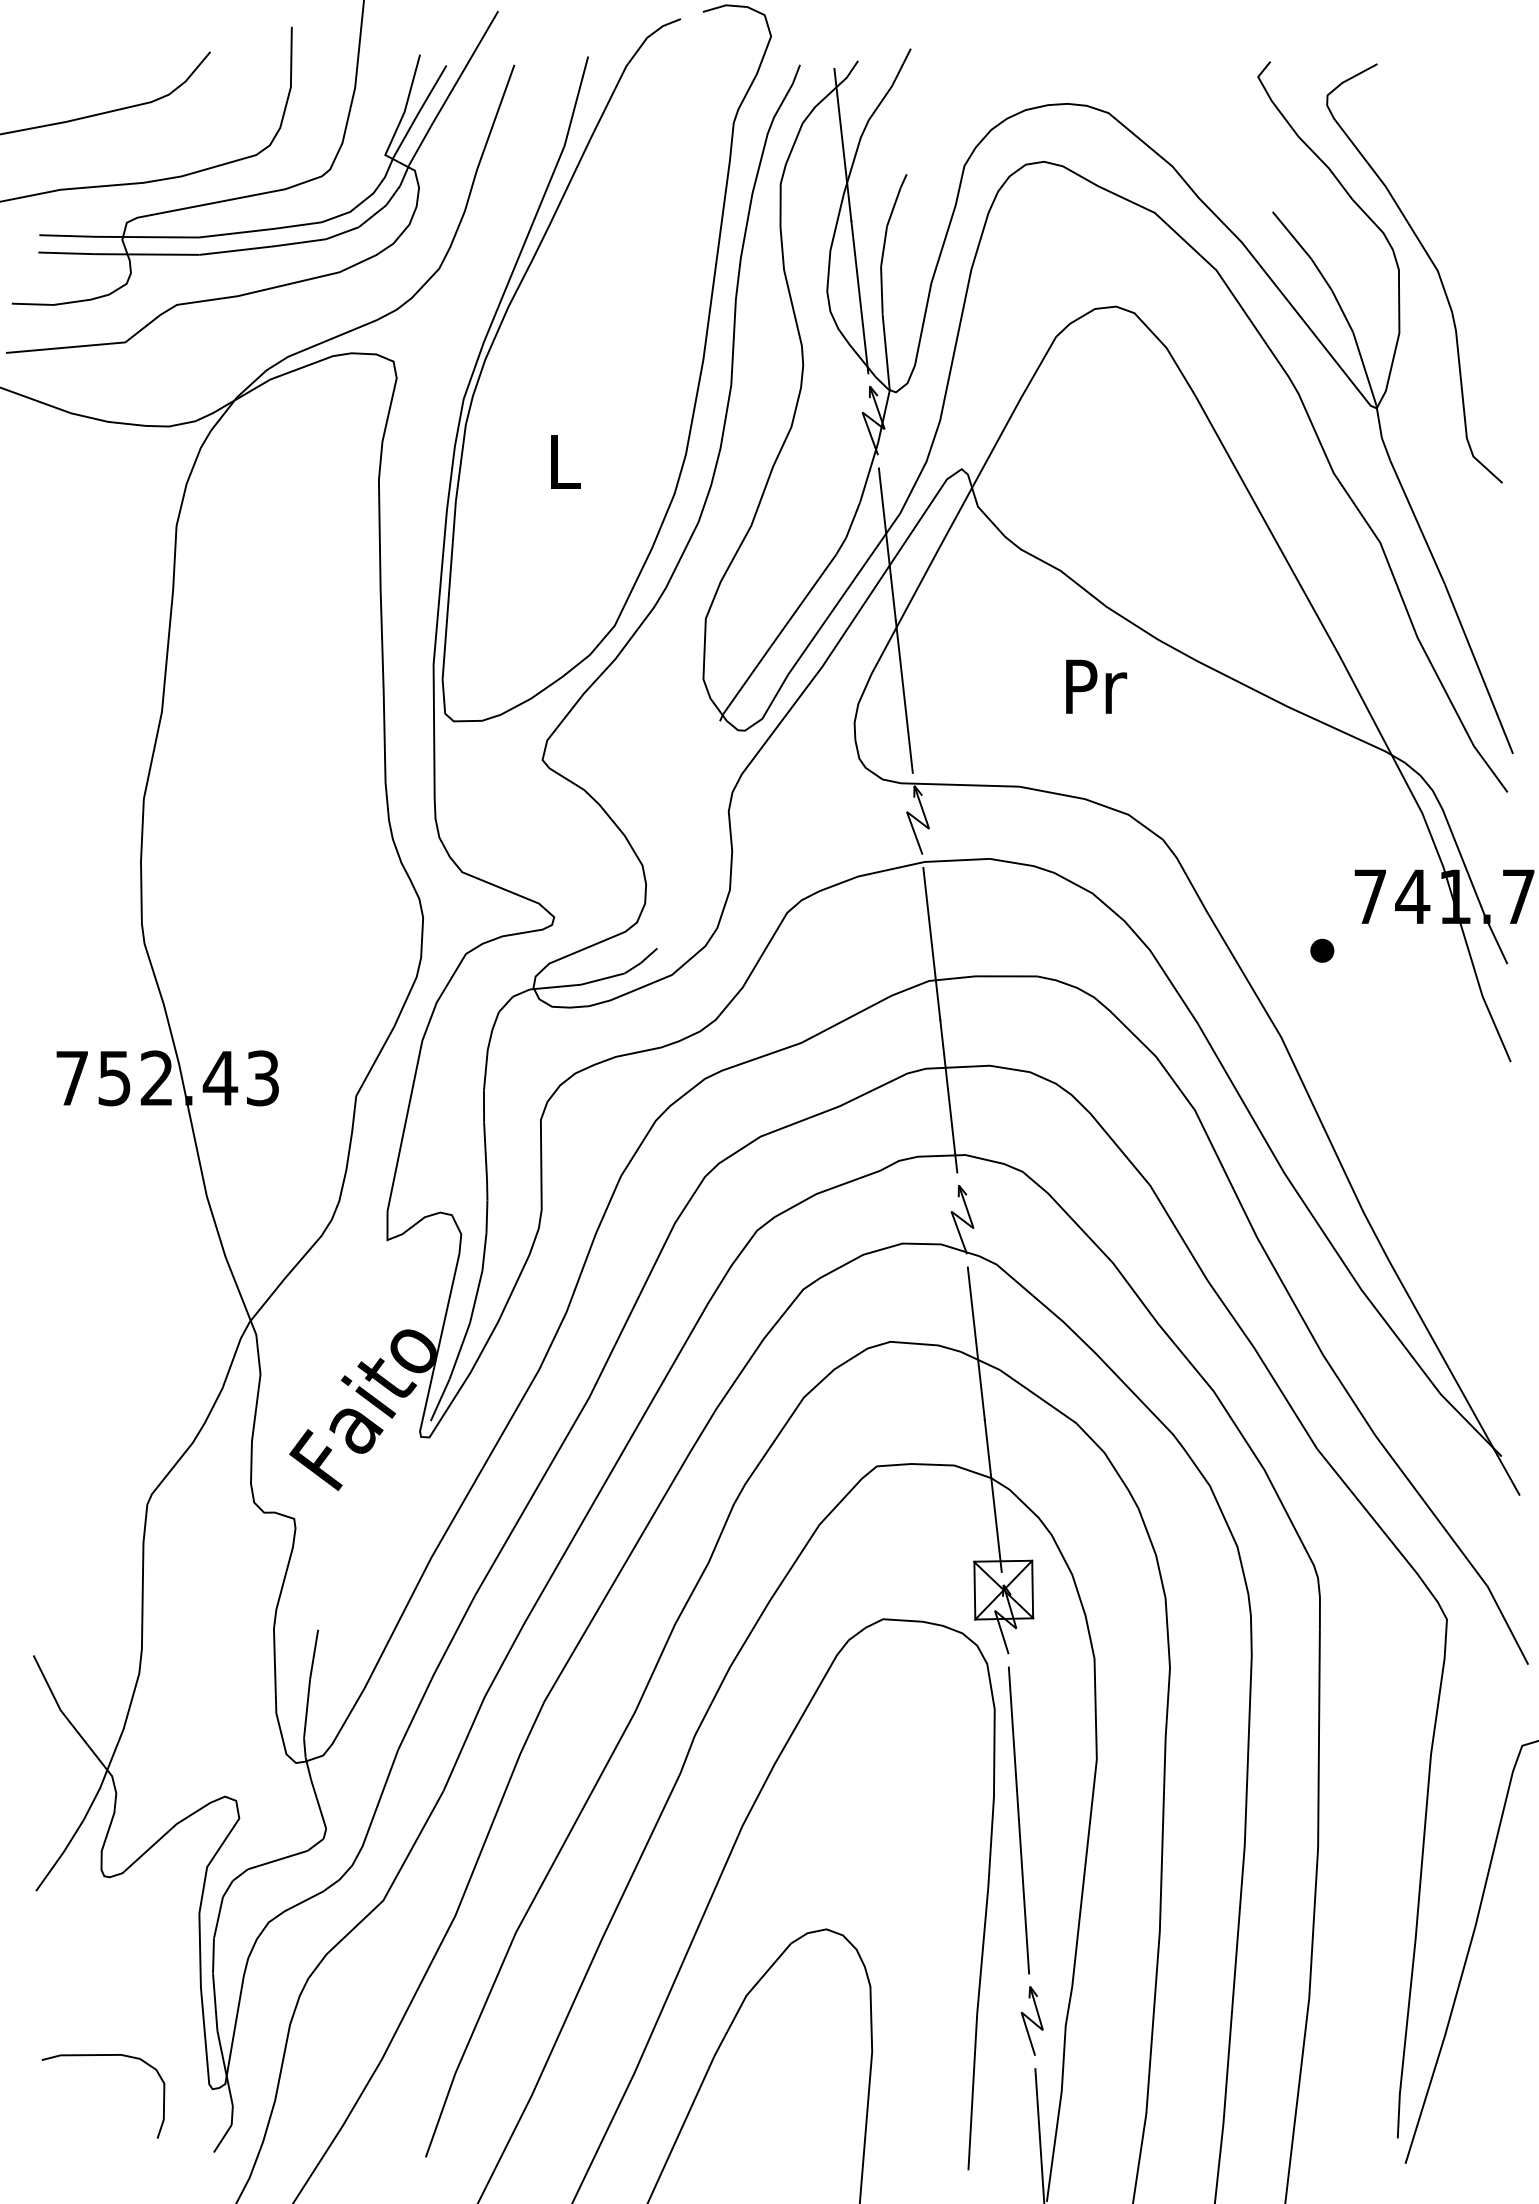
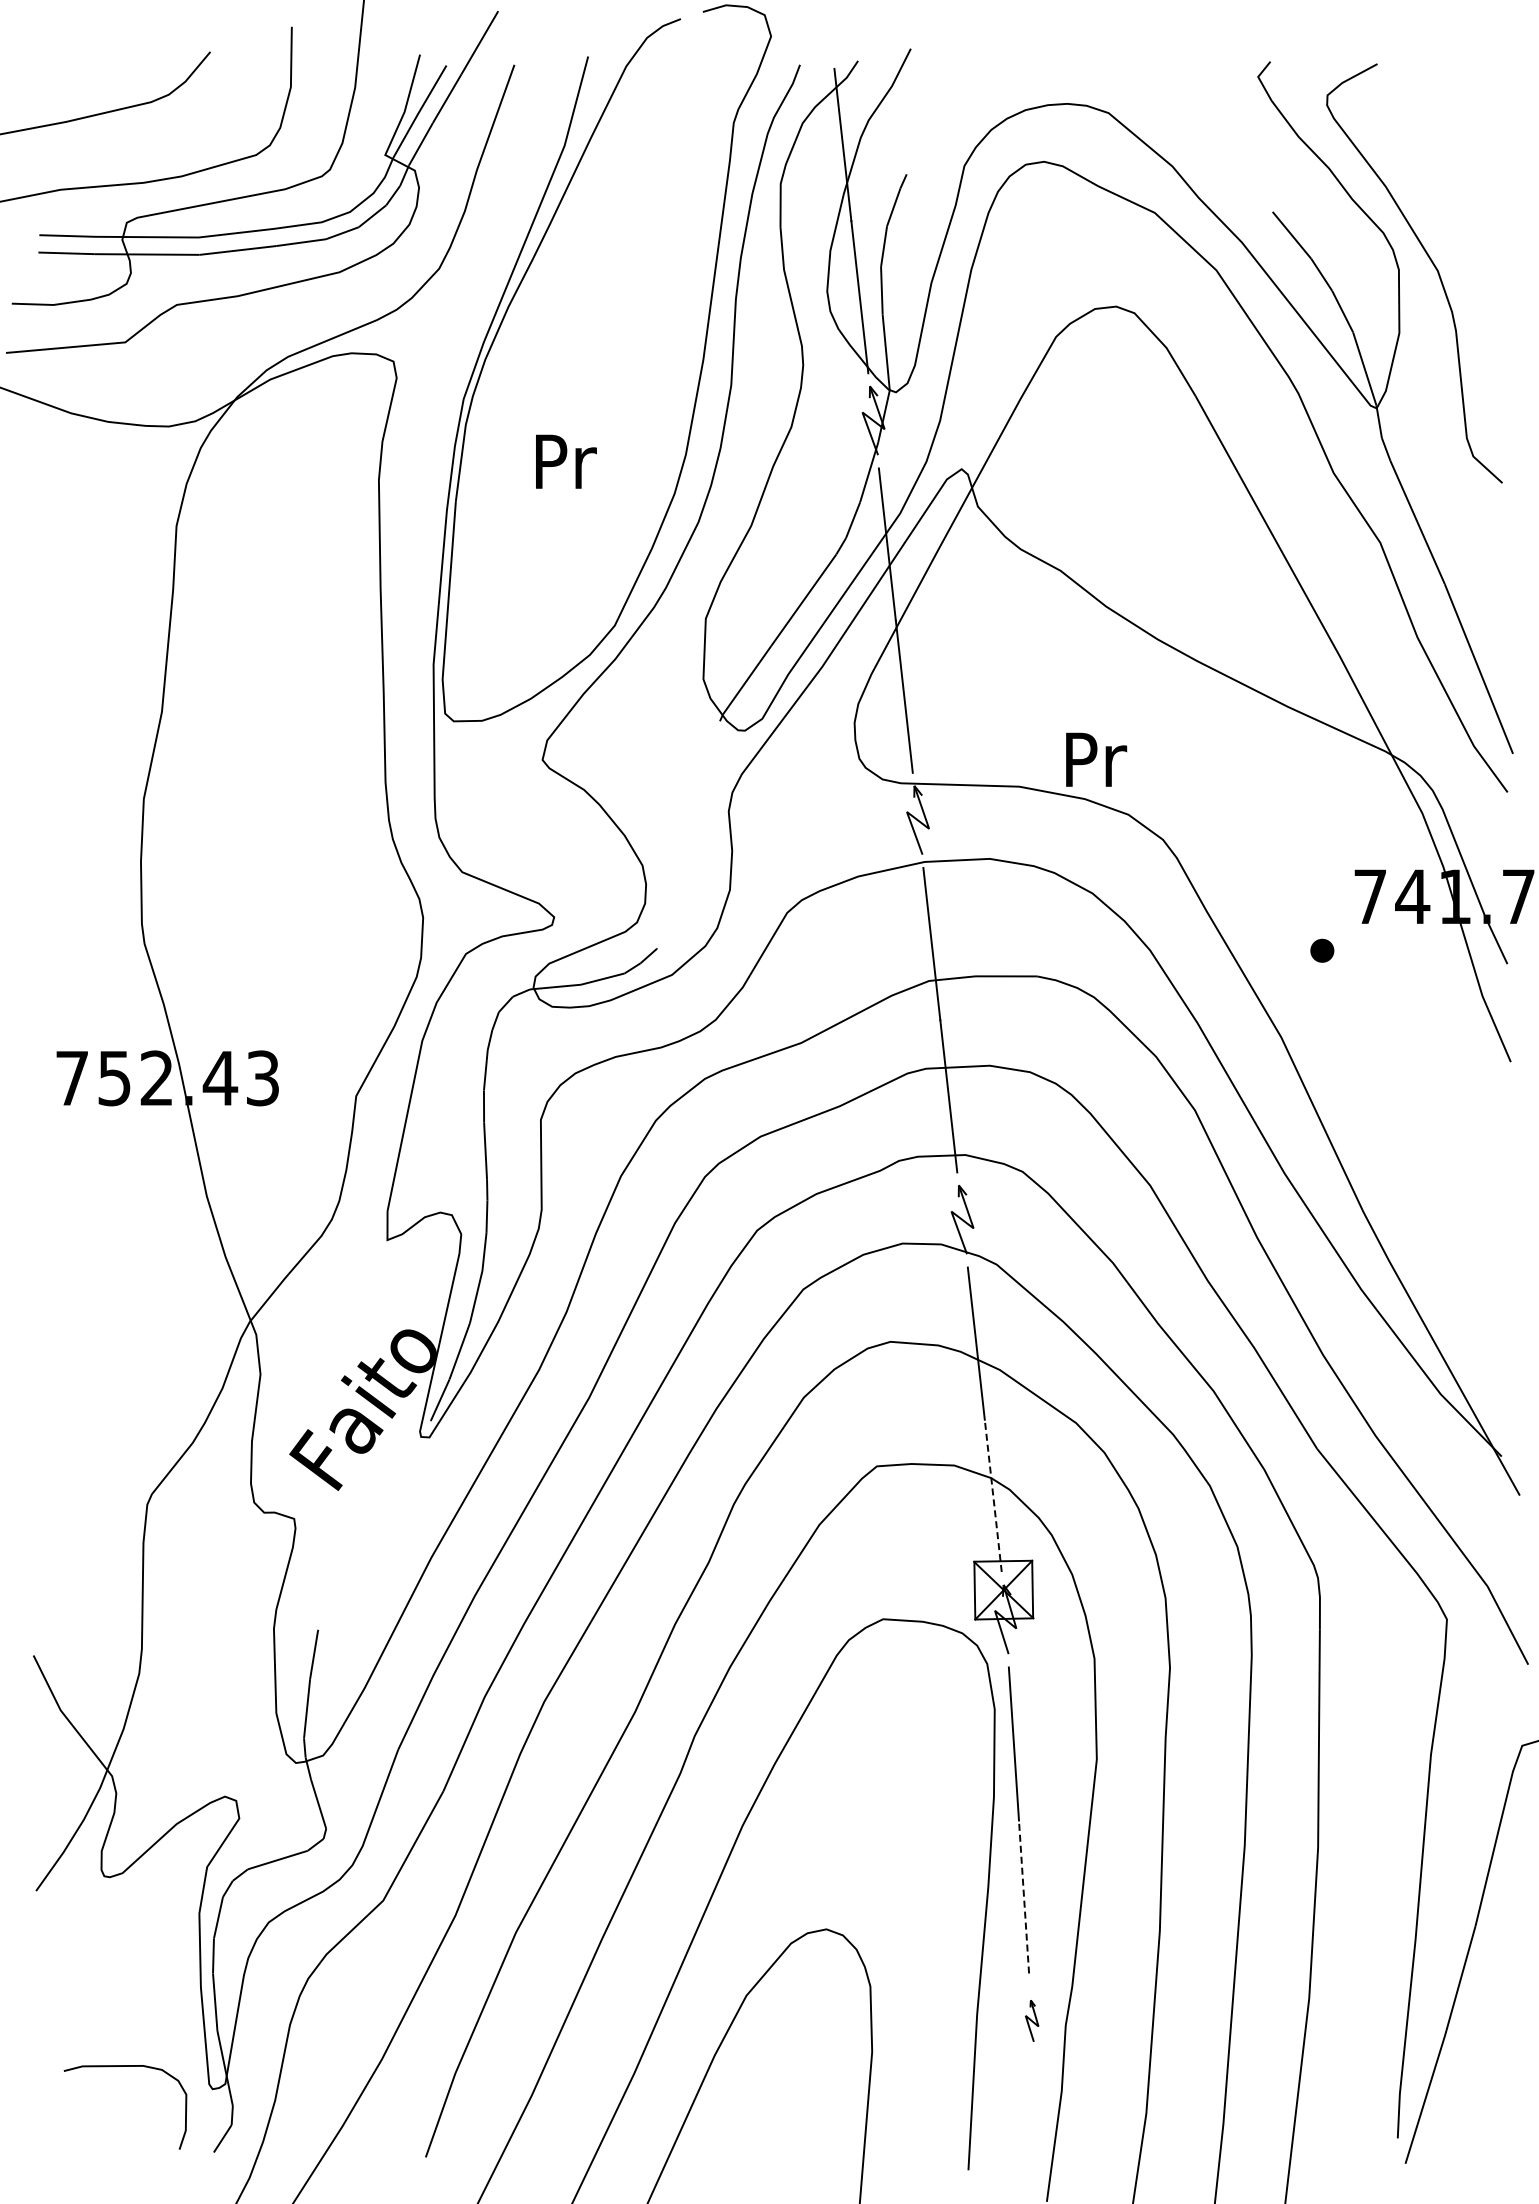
text at (566, 461): L -> Pr
text at (1096, 686) position: (1096, 686) -> (1096, 759)
line at (993, 1495): solid -> dashed
line at (1024, 1896): solid -> dashed
part at (1031, 2020) size: 24x70 px -> 15x42 px
curve at (103, 2055) position: (103, 2055) -> (125, 2066)
line at (1039, 2134): present -> none
